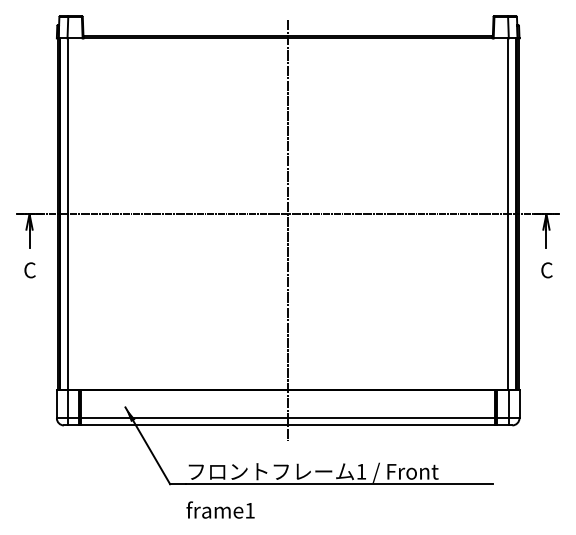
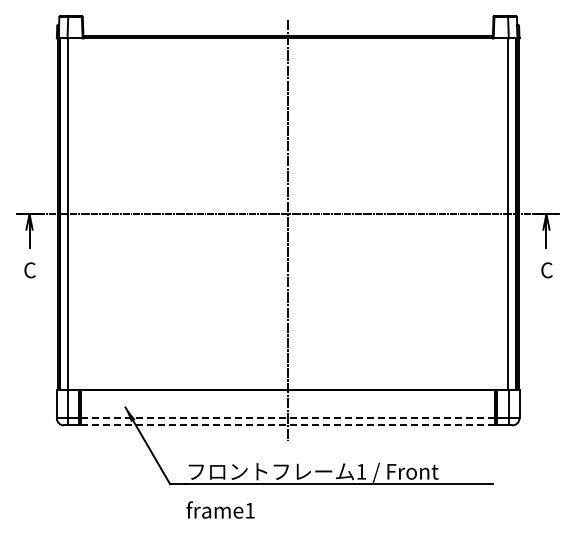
line at (288, 418): solid -> dashed
line at (288, 425): solid -> dashed
